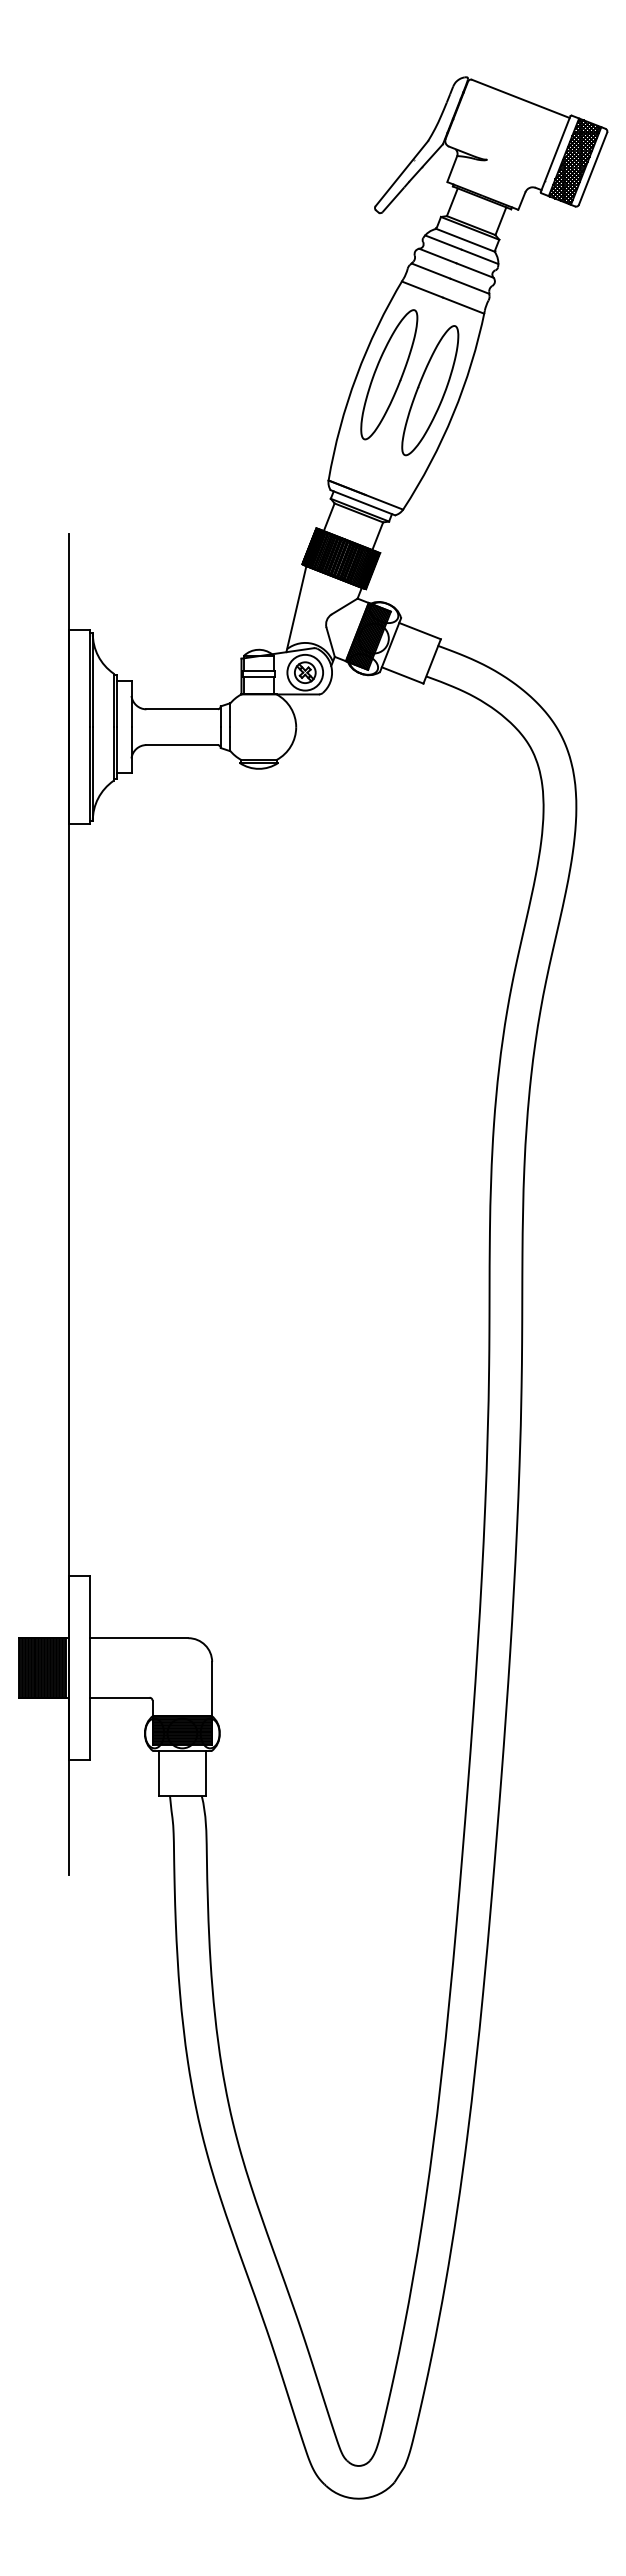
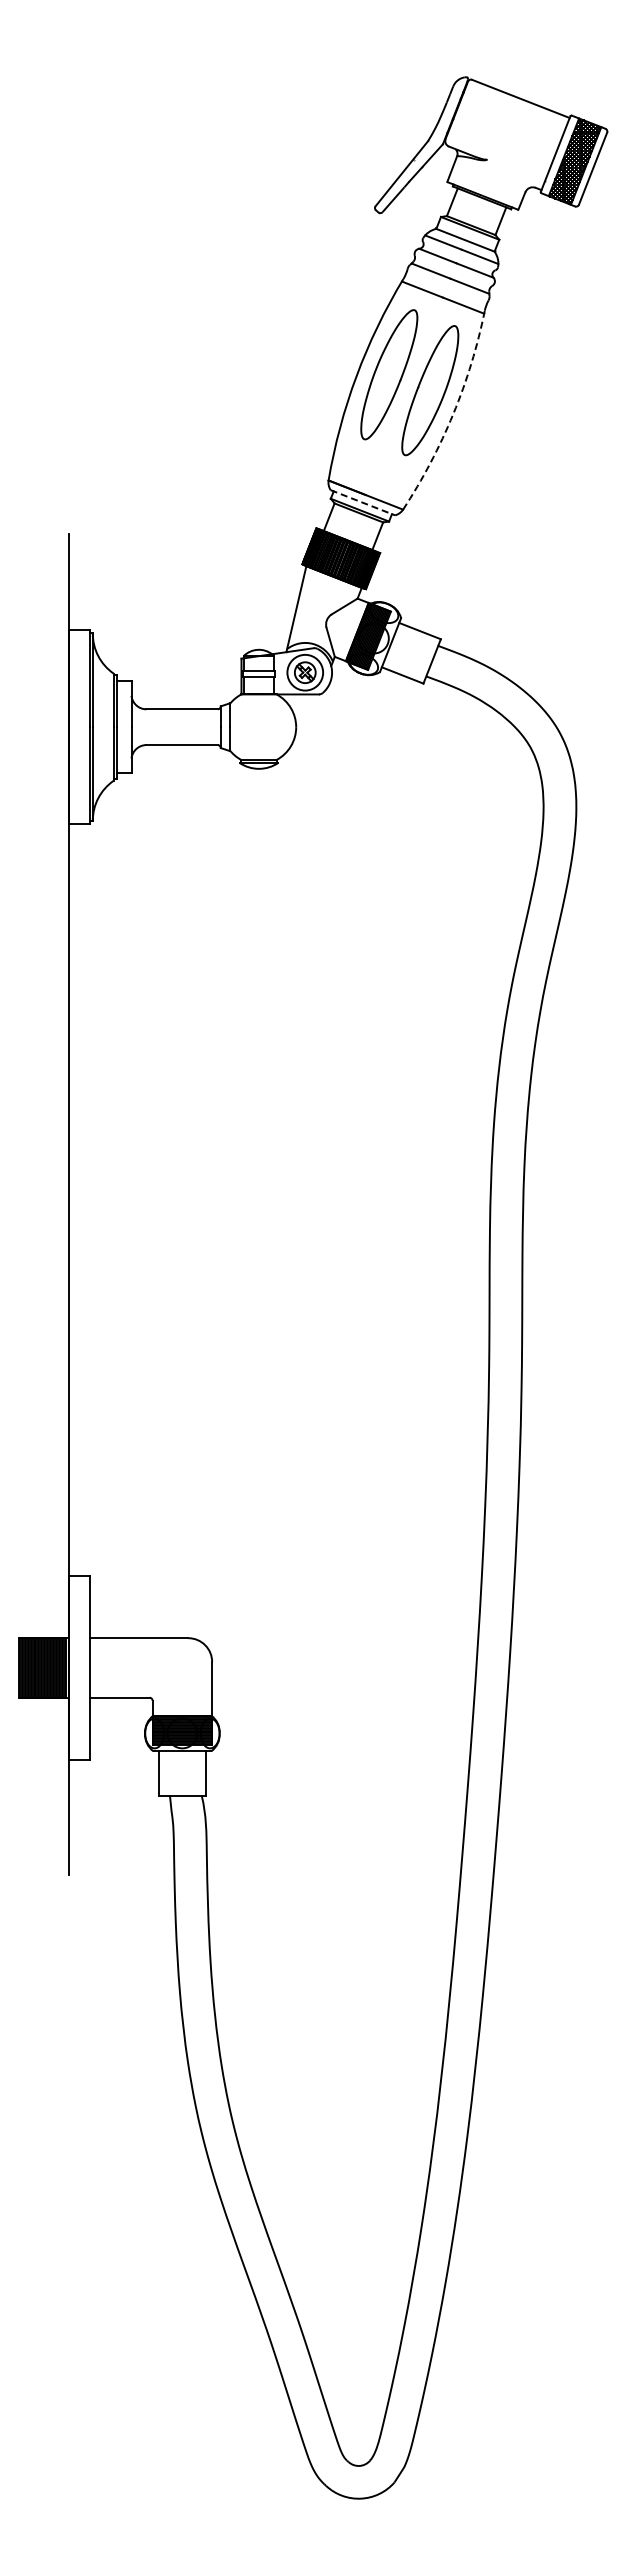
arc at (453, 414): solid -> dashed
line at (362, 502): solid -> dashed
